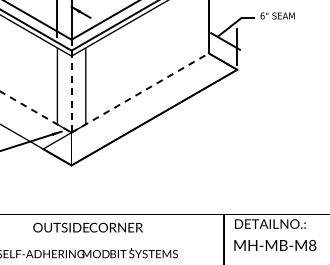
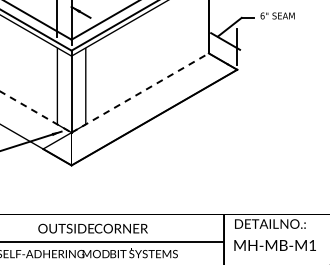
line at (71, 91): dashed -> solid
text at (87, 227) position: (87, 227) -> (92, 228)
line at (113, 241): none -> present
text at (312, 245): MH-MB-M8 -> MH-MB-M1
